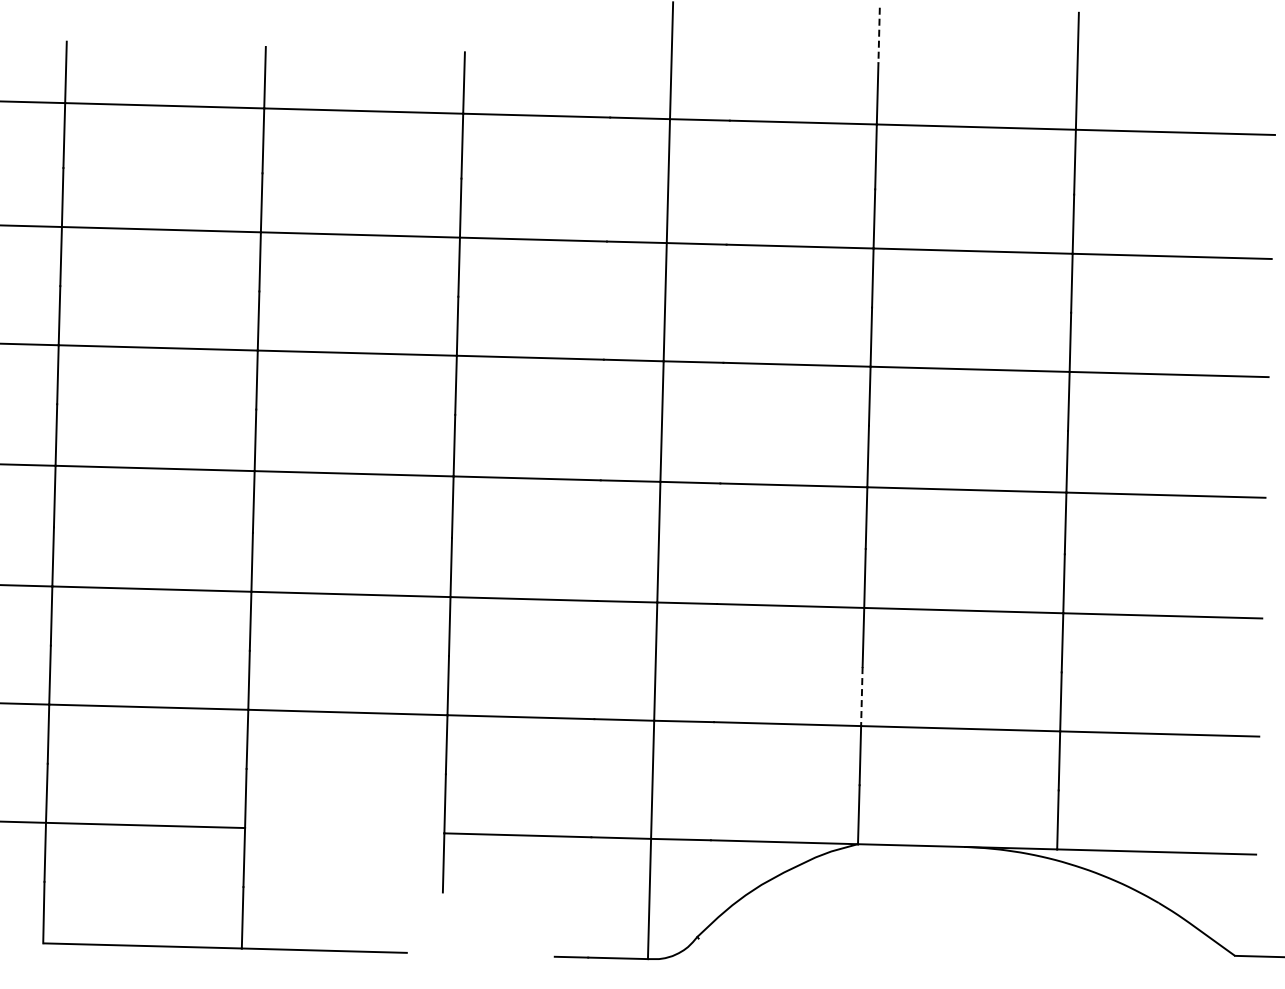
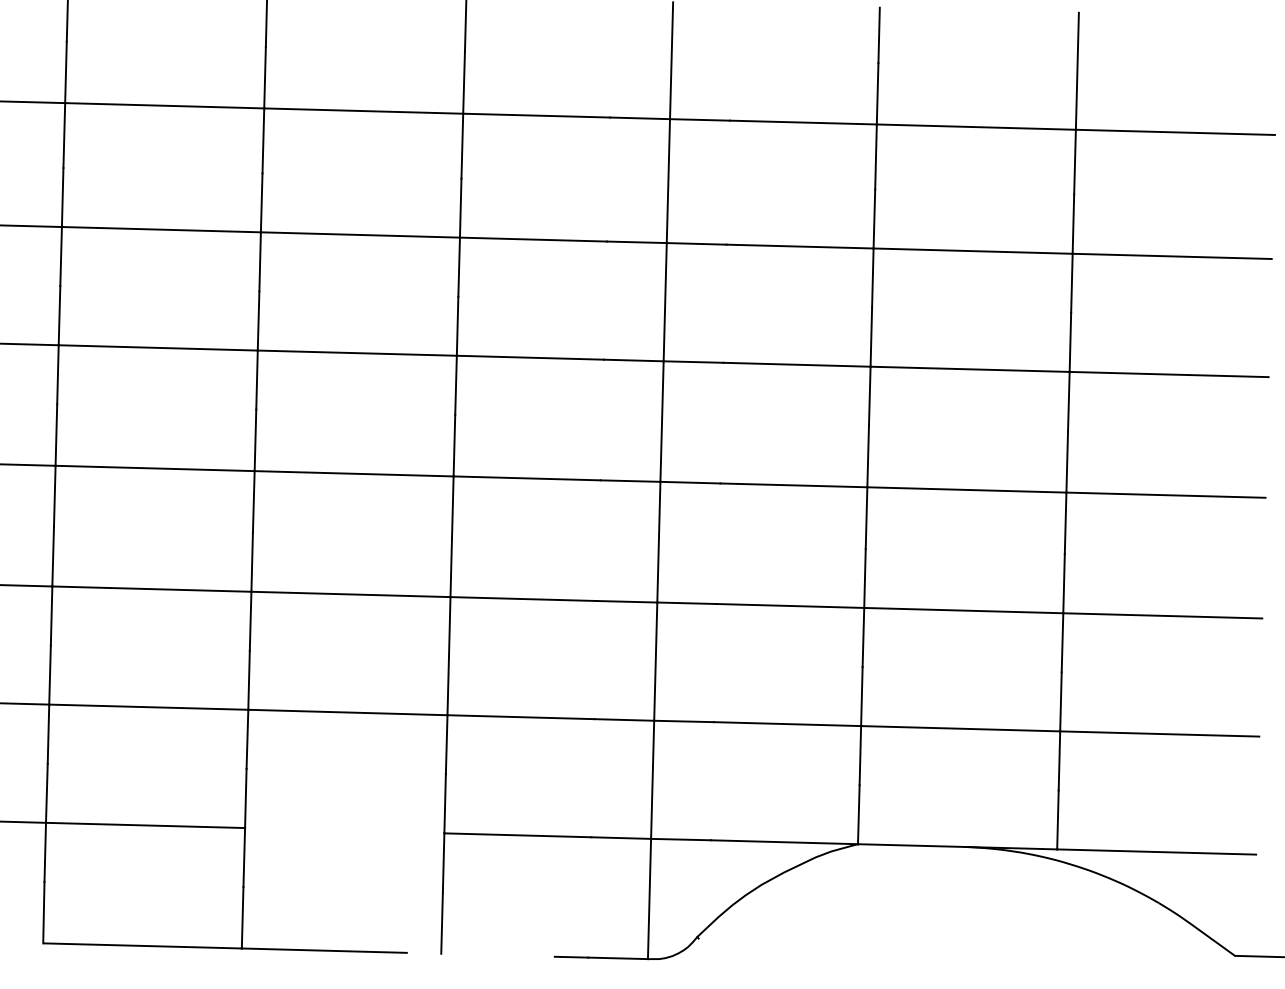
line at (66, 21): none -> present
line at (265, 24): none -> present
line at (465, 27): none -> present
line at (879, 35): dashed -> solid
line at (861, 696): dashed -> solid
line at (441, 922): none -> present
